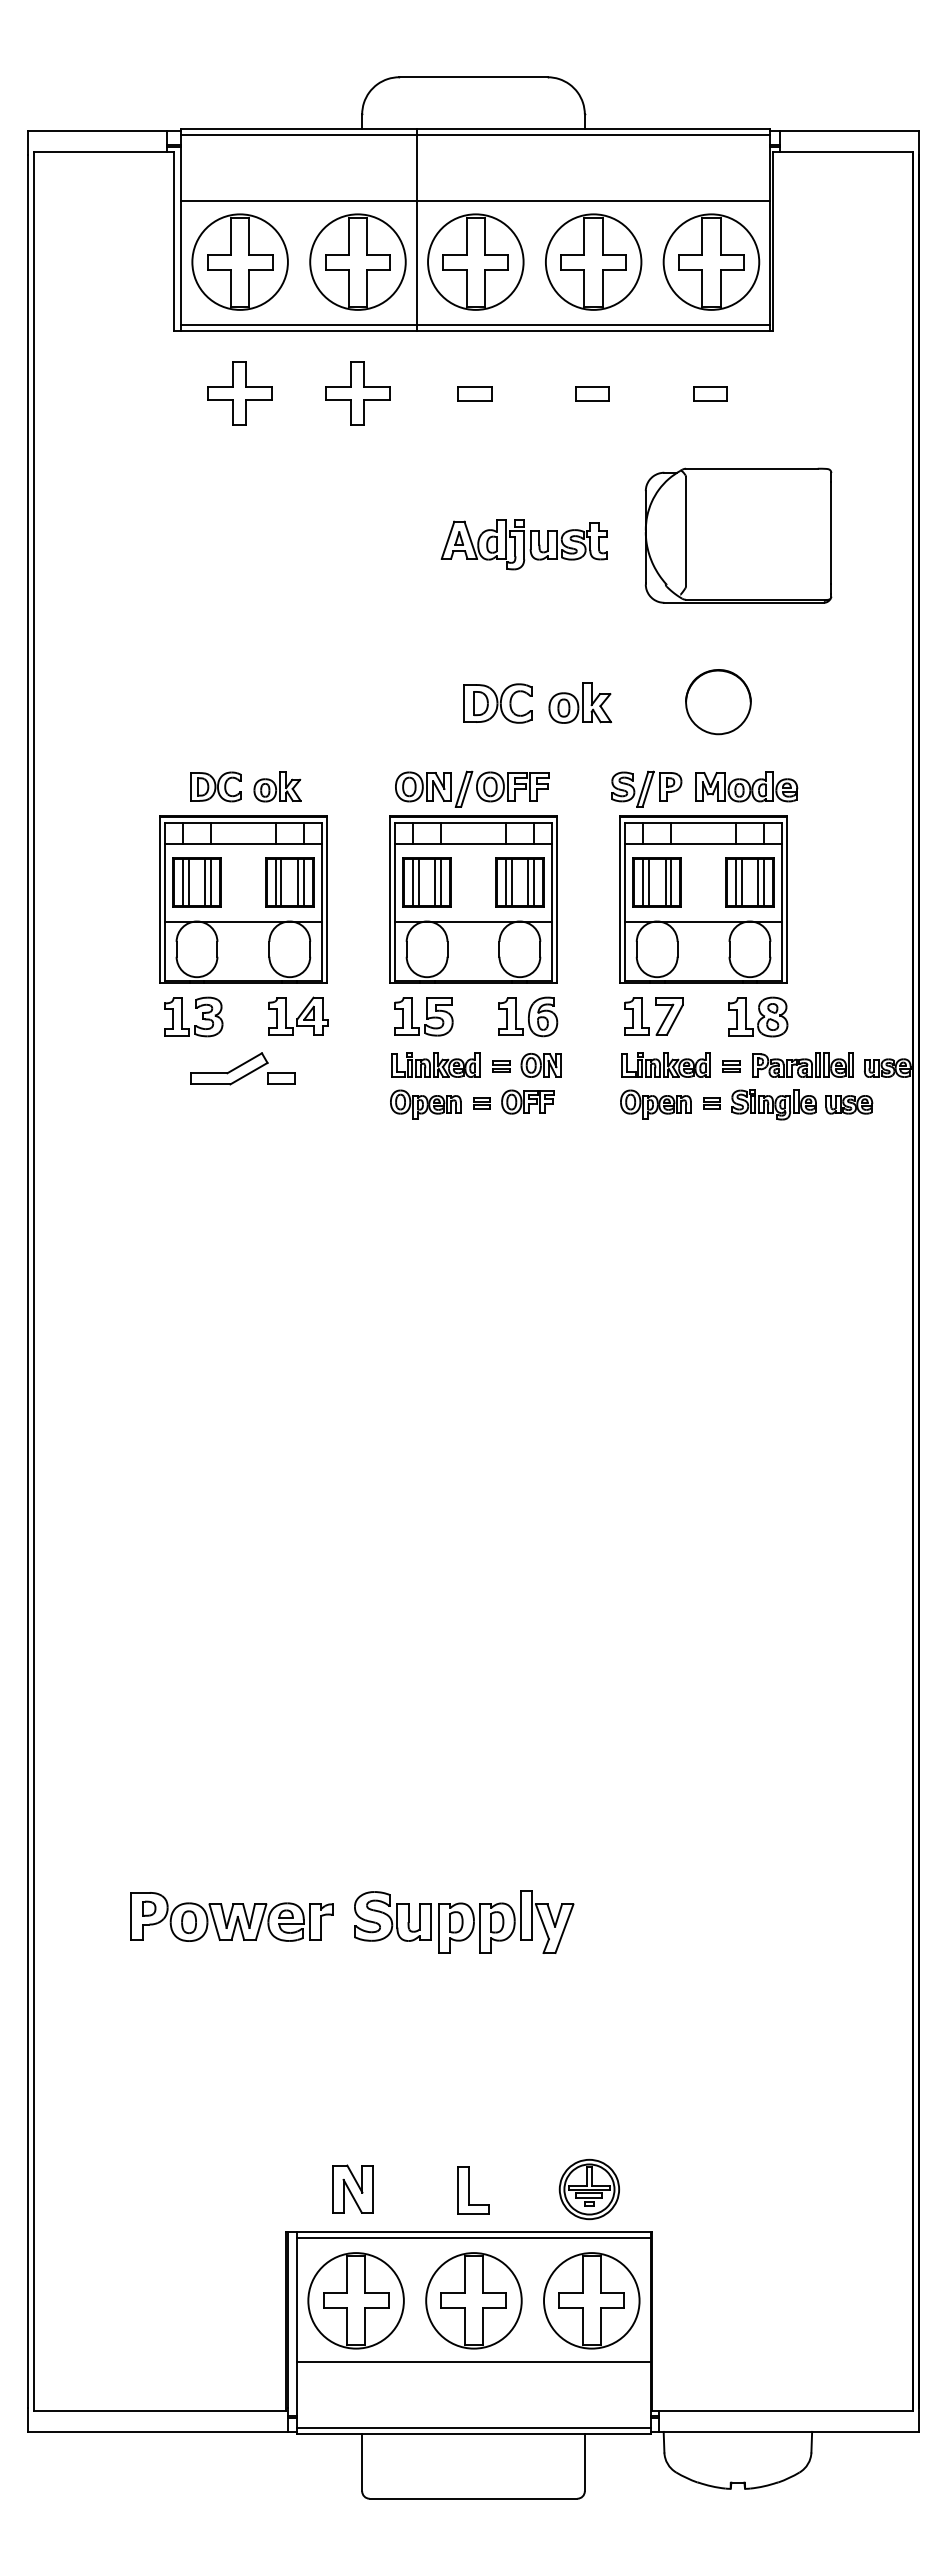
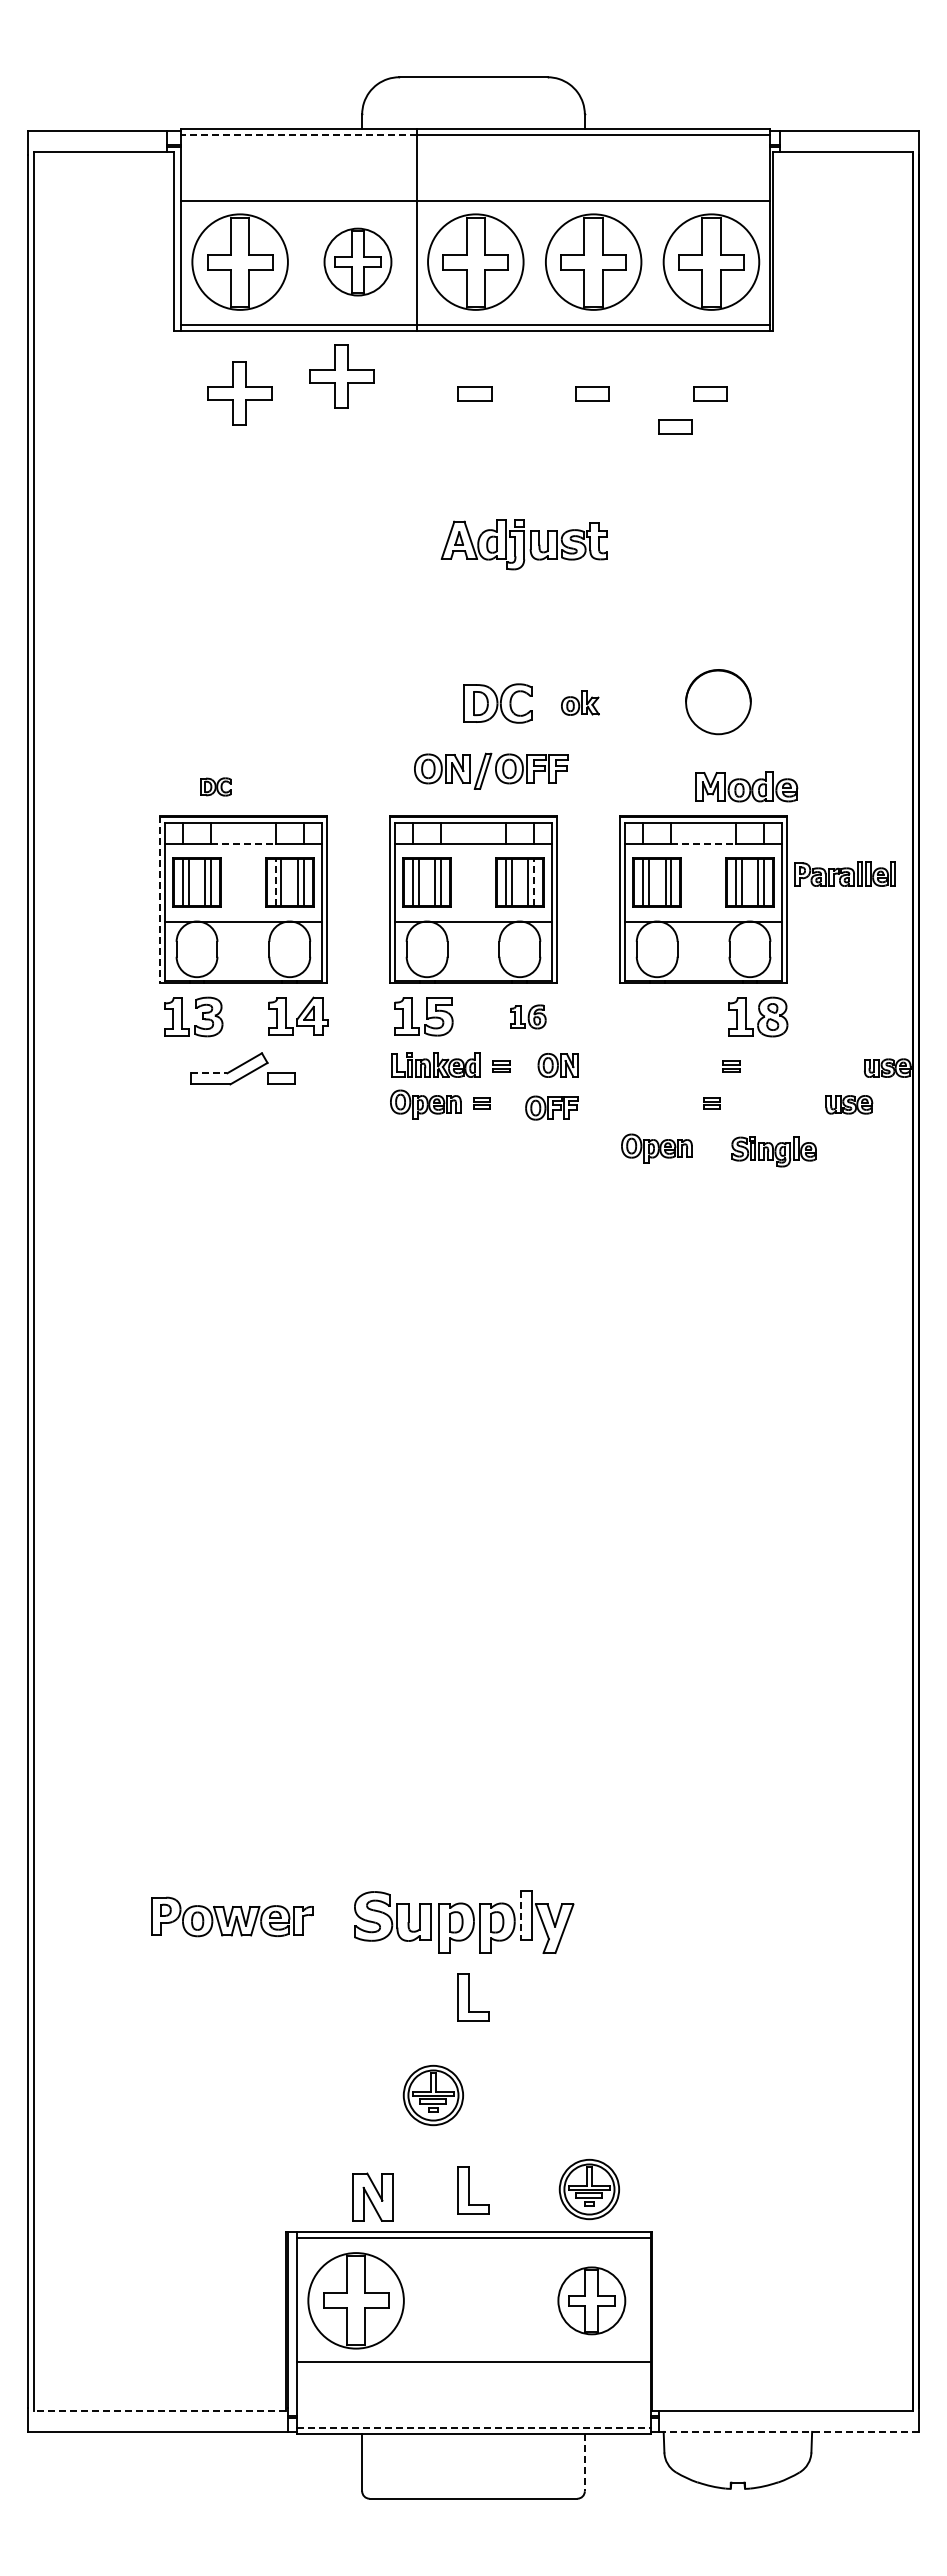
line at (299, 135): solid -> dashed
part at (357, 261) size: 98x98 px -> 70x70 px
part at (357, 393) position: (357, 393) -> (341, 376)
part at (675, 426): none -> present
part at (738, 535): present -> none
part at (580, 702) size: 65x42 px -> 39x26 px
part at (215, 786) size: 52x32 px -> 32x20 px
part at (277, 786): present -> none
part at (472, 788) position: (472, 788) -> (491, 770)
part at (646, 788): present -> none
line at (243, 843): solid -> dashed
line at (704, 843): solid -> dashed
line at (275, 882): solid -> dashed
line at (533, 882): solid -> dashed
line at (159, 900): solid -> dashed
part at (528, 1016) size: 61x42 px -> 37x26 px
part at (662, 1021): present -> none
part at (665, 1064): present -> none
part at (802, 1064) position: (802, 1064) -> (844, 873)
part at (540, 1065) position: (540, 1065) -> (557, 1065)
line at (209, 1073): solid -> dashed
part at (527, 1101) position: (527, 1101) -> (551, 1107)
part at (655, 1104) position: (655, 1104) -> (656, 1148)
part at (773, 1104) position: (773, 1104) -> (773, 1151)
line at (520, 1915): solid -> dashed
part at (231, 1916) size: 204x50 px -> 163x42 px
part at (473, 1997): none -> present
part at (432, 2095): none -> present
part at (352, 2188) position: (352, 2188) -> (372, 2196)
part at (473, 2300): present -> none
part at (591, 2300) size: 98x98 px -> 70x70 px
line at (159, 2410): solid -> dashed
line at (473, 2427): solid -> dashed
line at (788, 2431): solid -> dashed
line at (584, 2462): solid -> dashed
